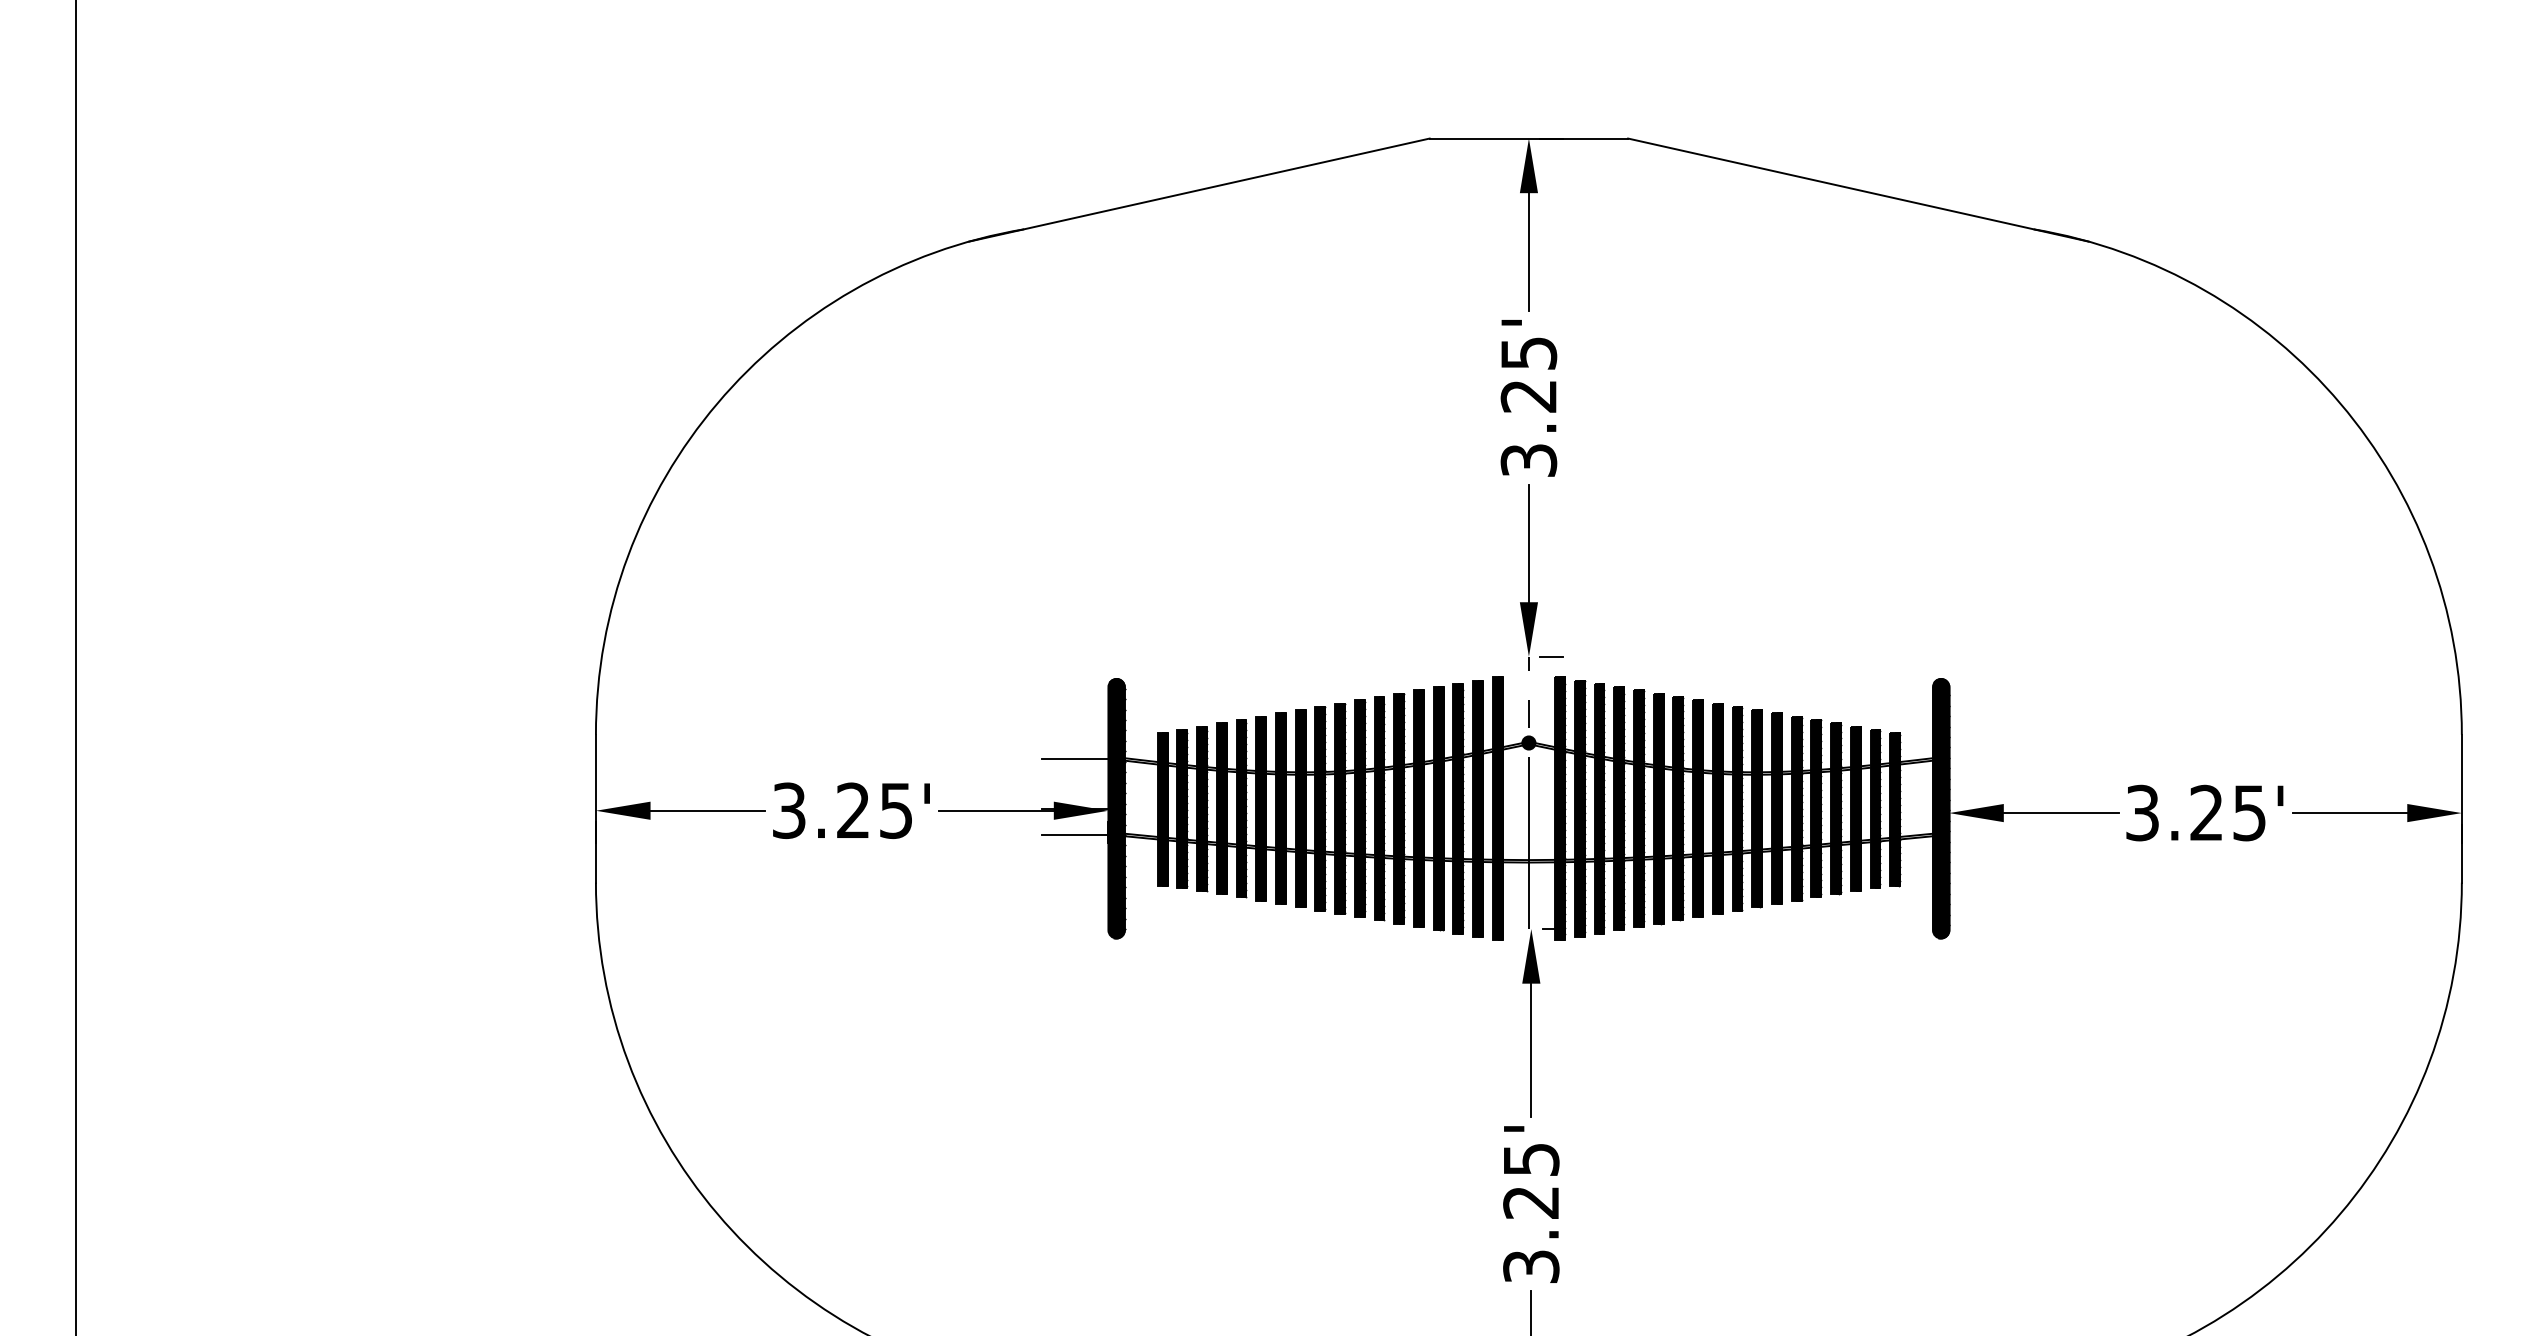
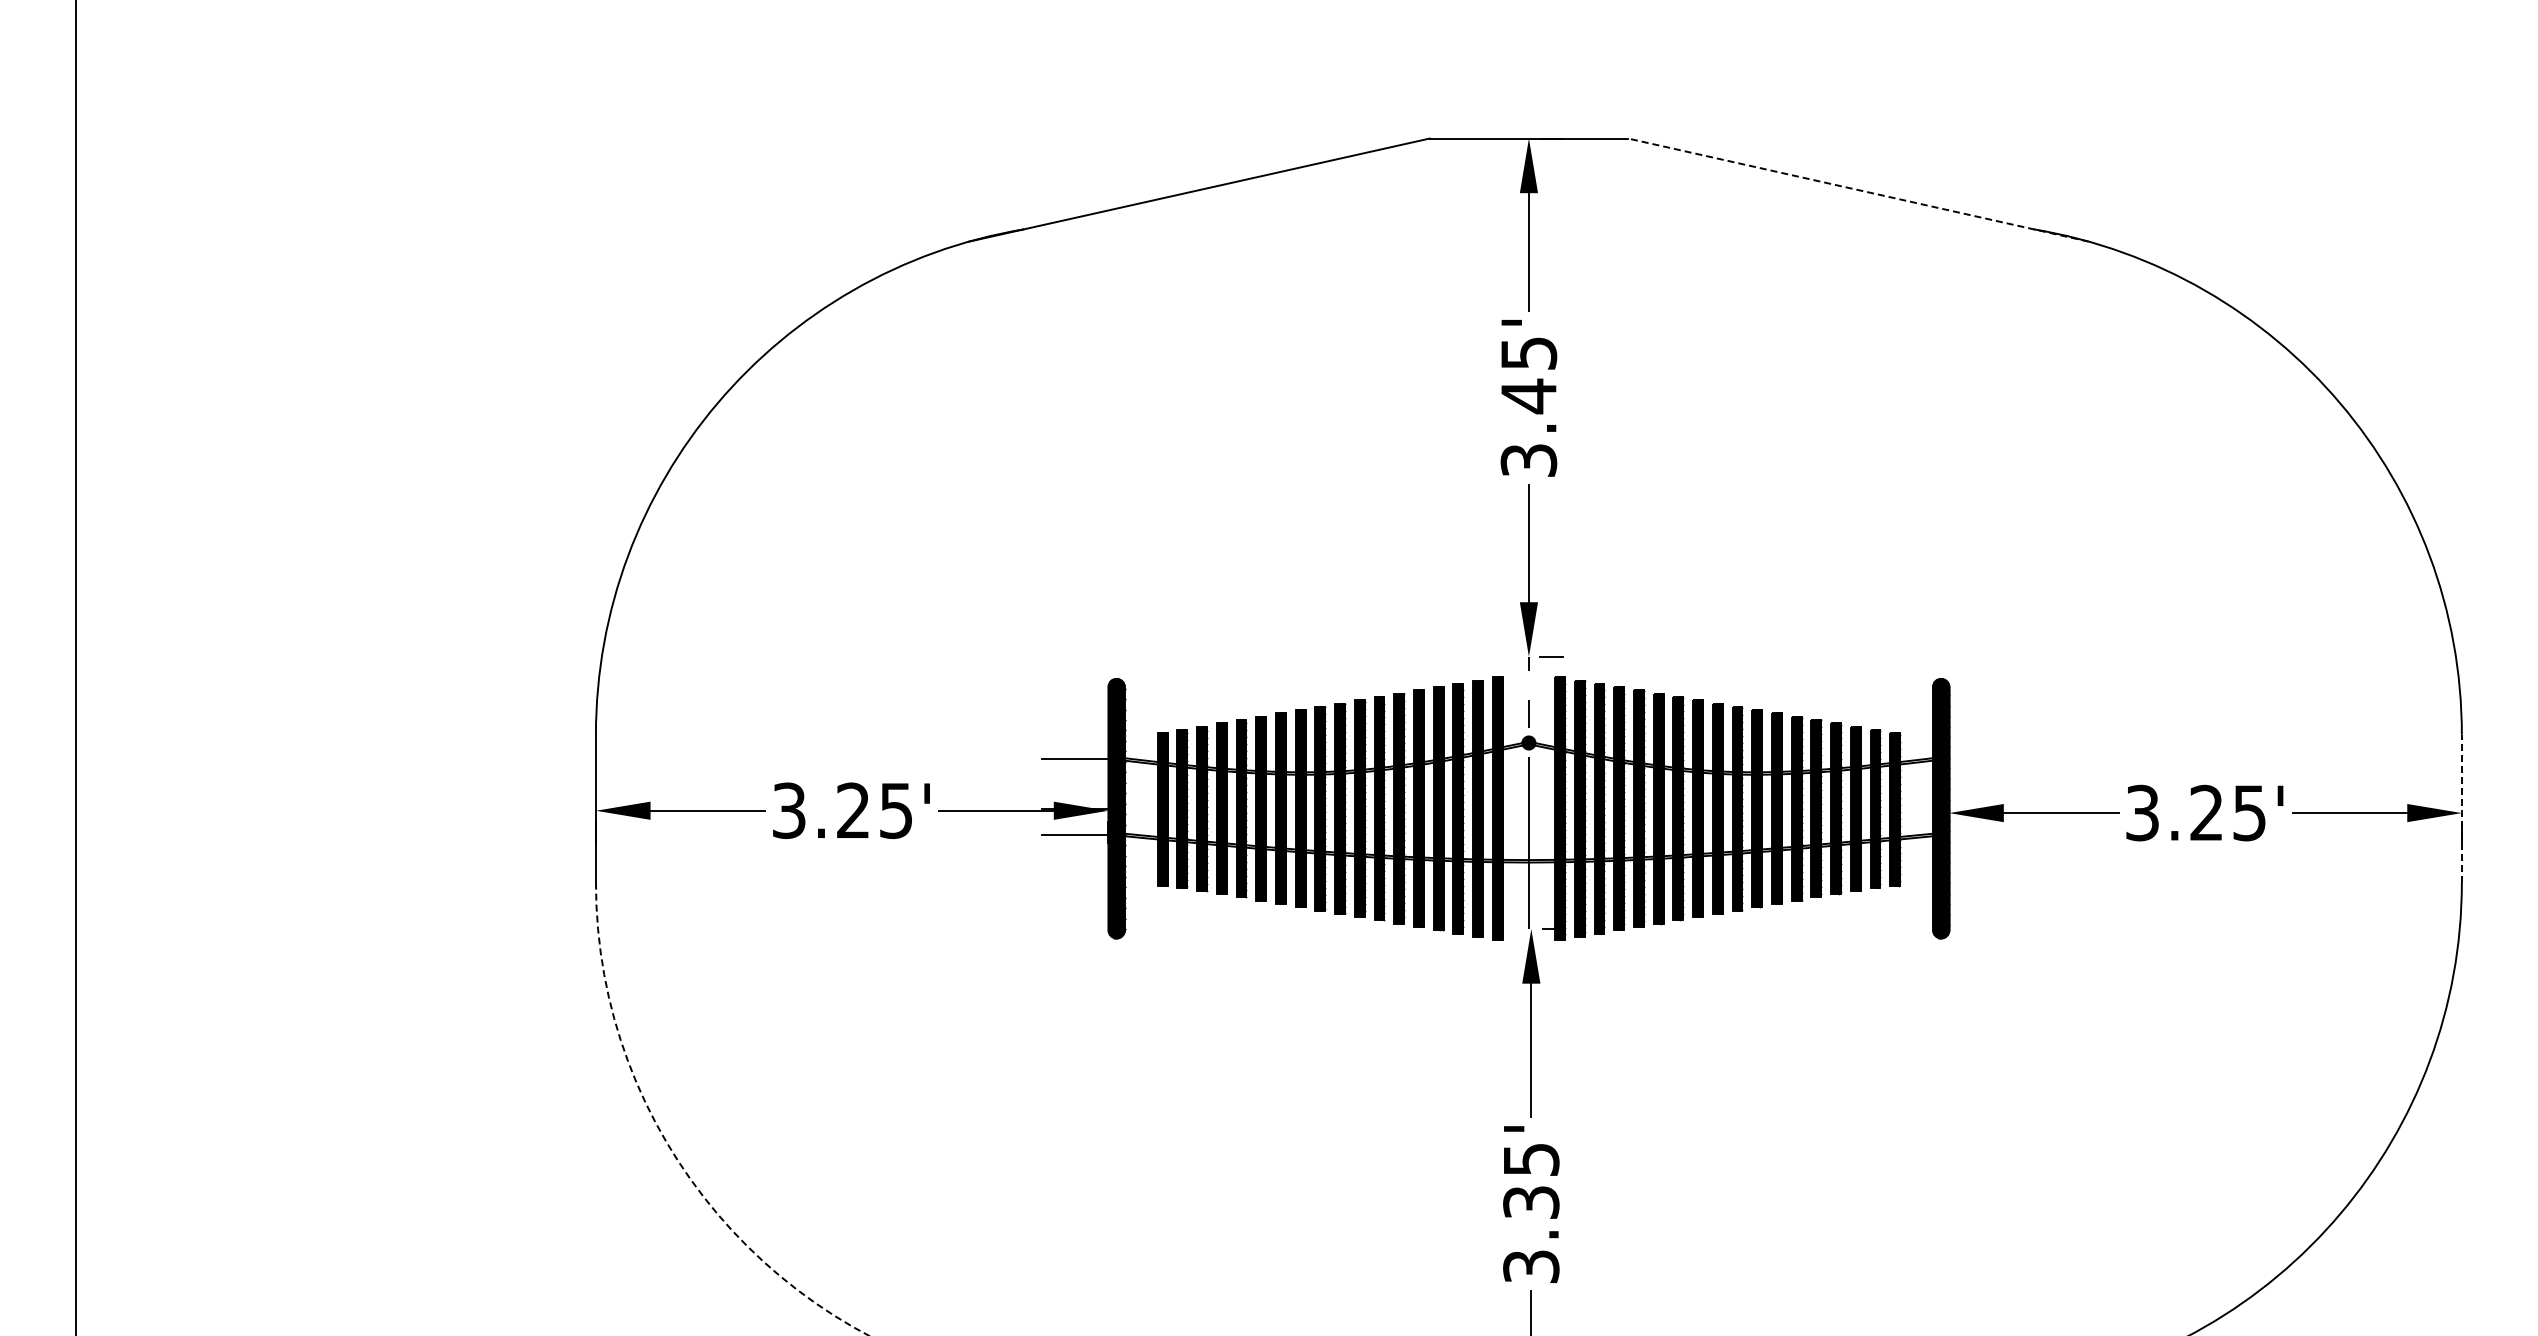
line at (1858, 190): solid -> dashed
text at (1528, 396): 3.25' -> 3.45'
line at (2461, 808): solid -> dashed
arc at (670, 1148): solid -> dashed
text at (1531, 1202): 3.25' -> 3.35'
